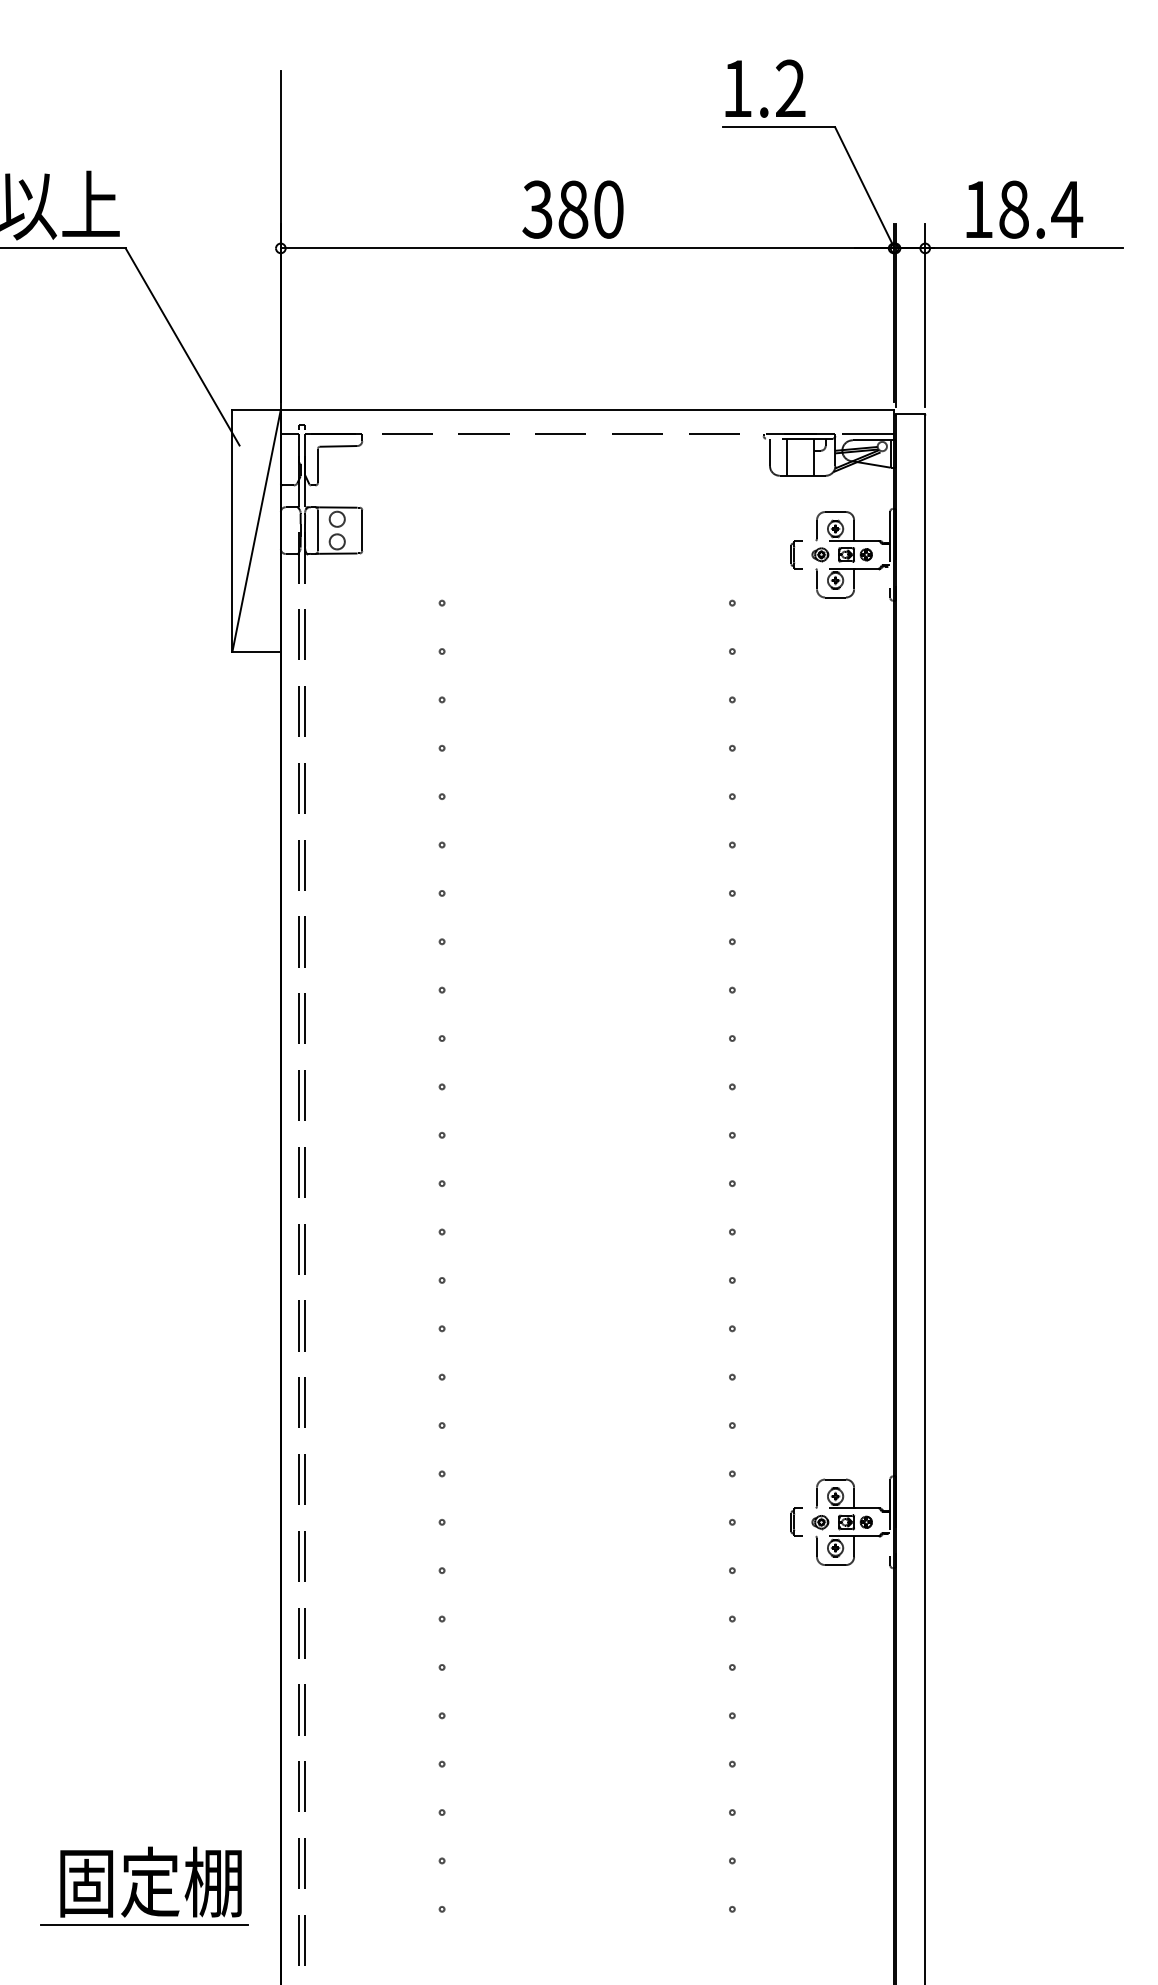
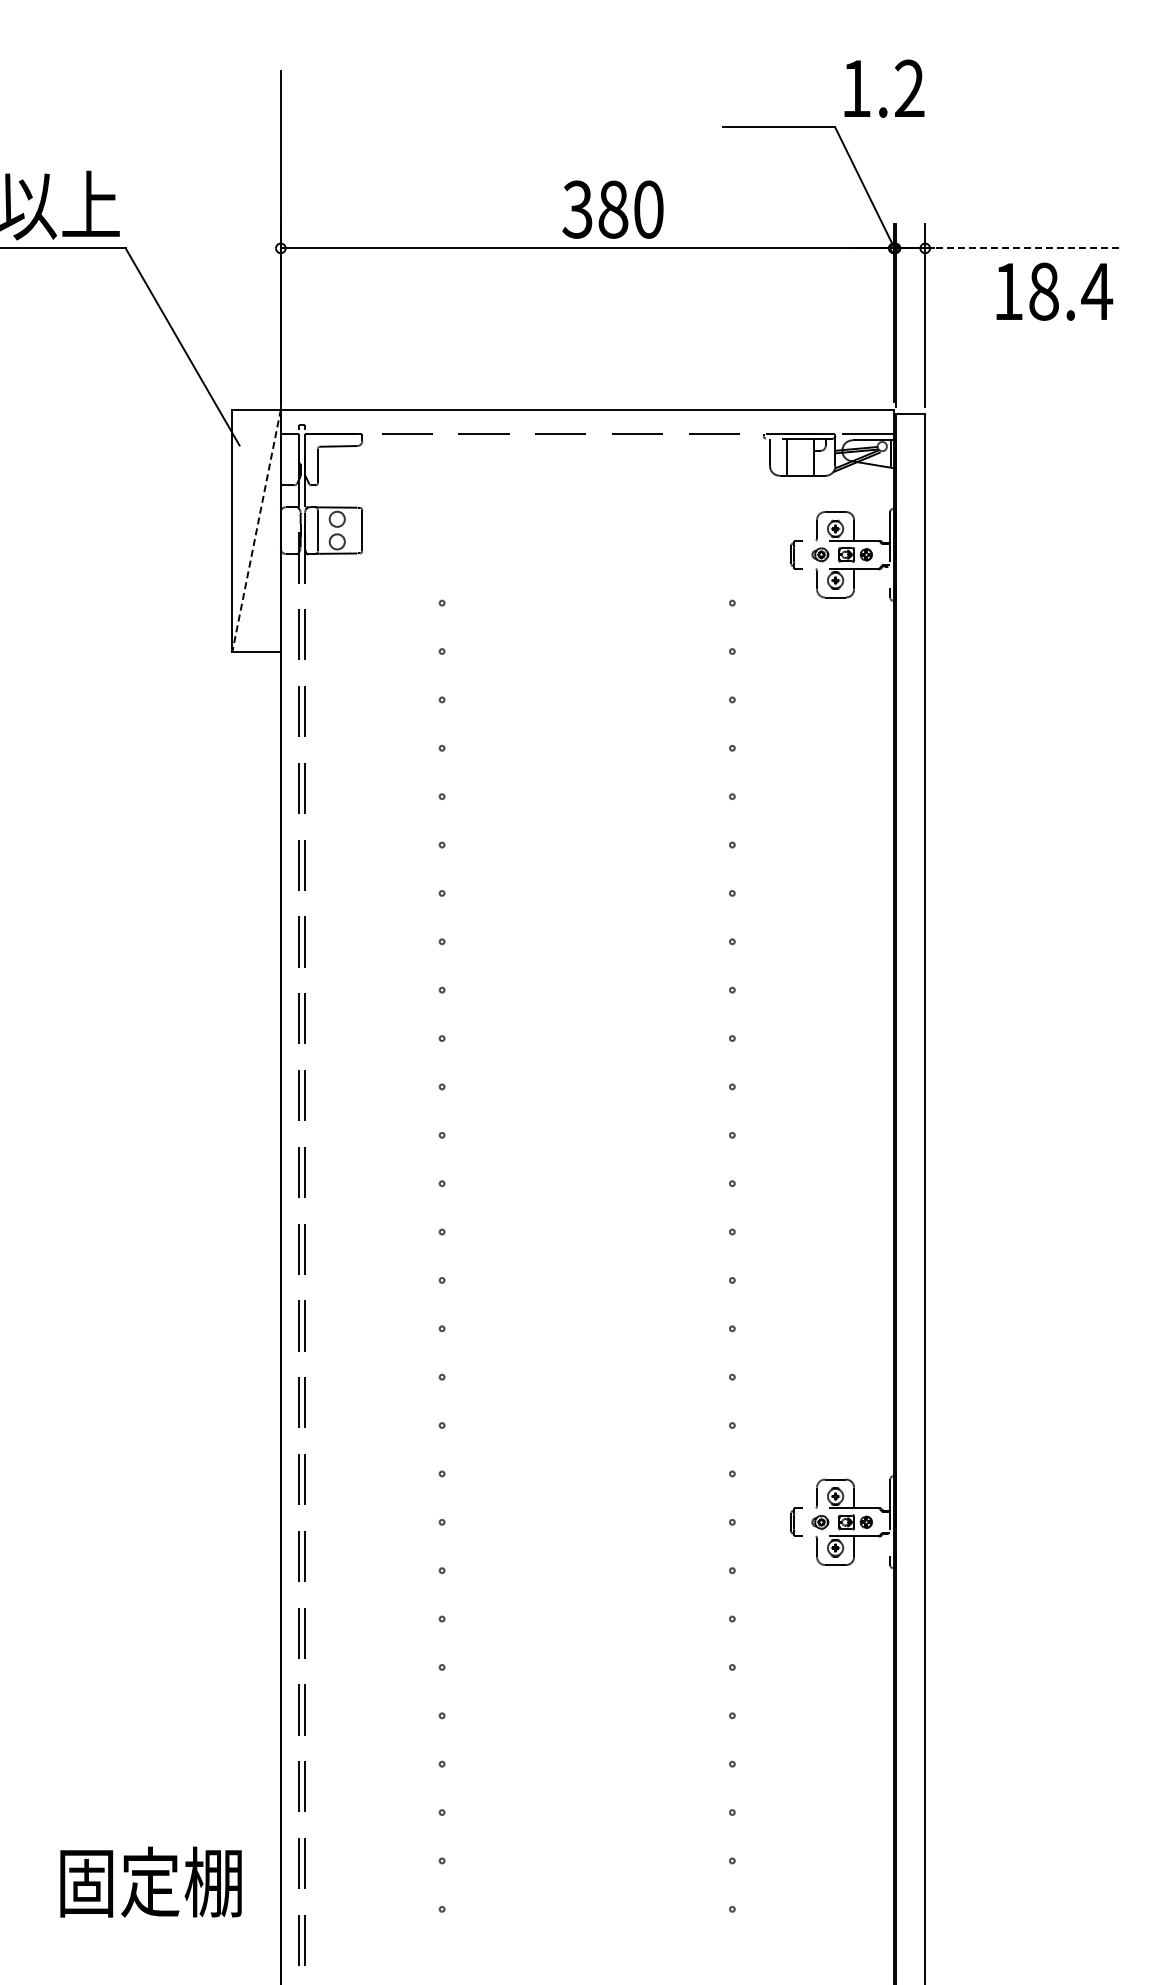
text at (765, 88) position: (765, 88) -> (884, 88)
text at (572, 209) position: (572, 209) -> (612, 209)
text at (1024, 209) position: (1024, 209) -> (1054, 291)
line at (1024, 248): solid -> dashed
line at (256, 531): solid -> dashed
line at (144, 1925): present -> none
